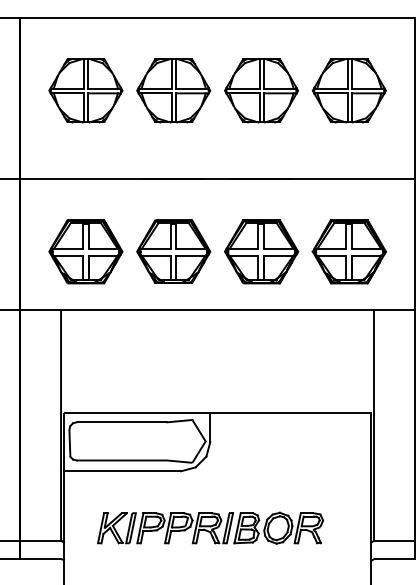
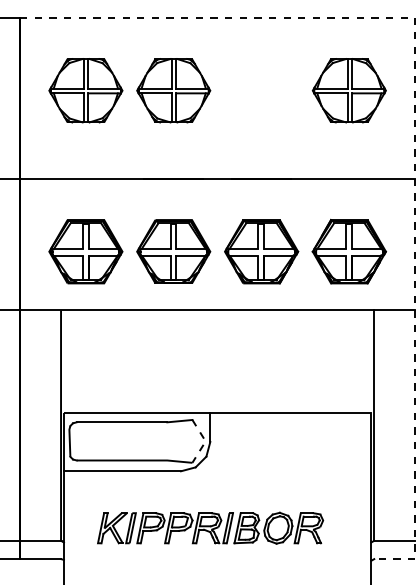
part at (261, 90): present -> none
line at (415, 111): solid -> dashed
line at (205, 441): solid -> dashed
